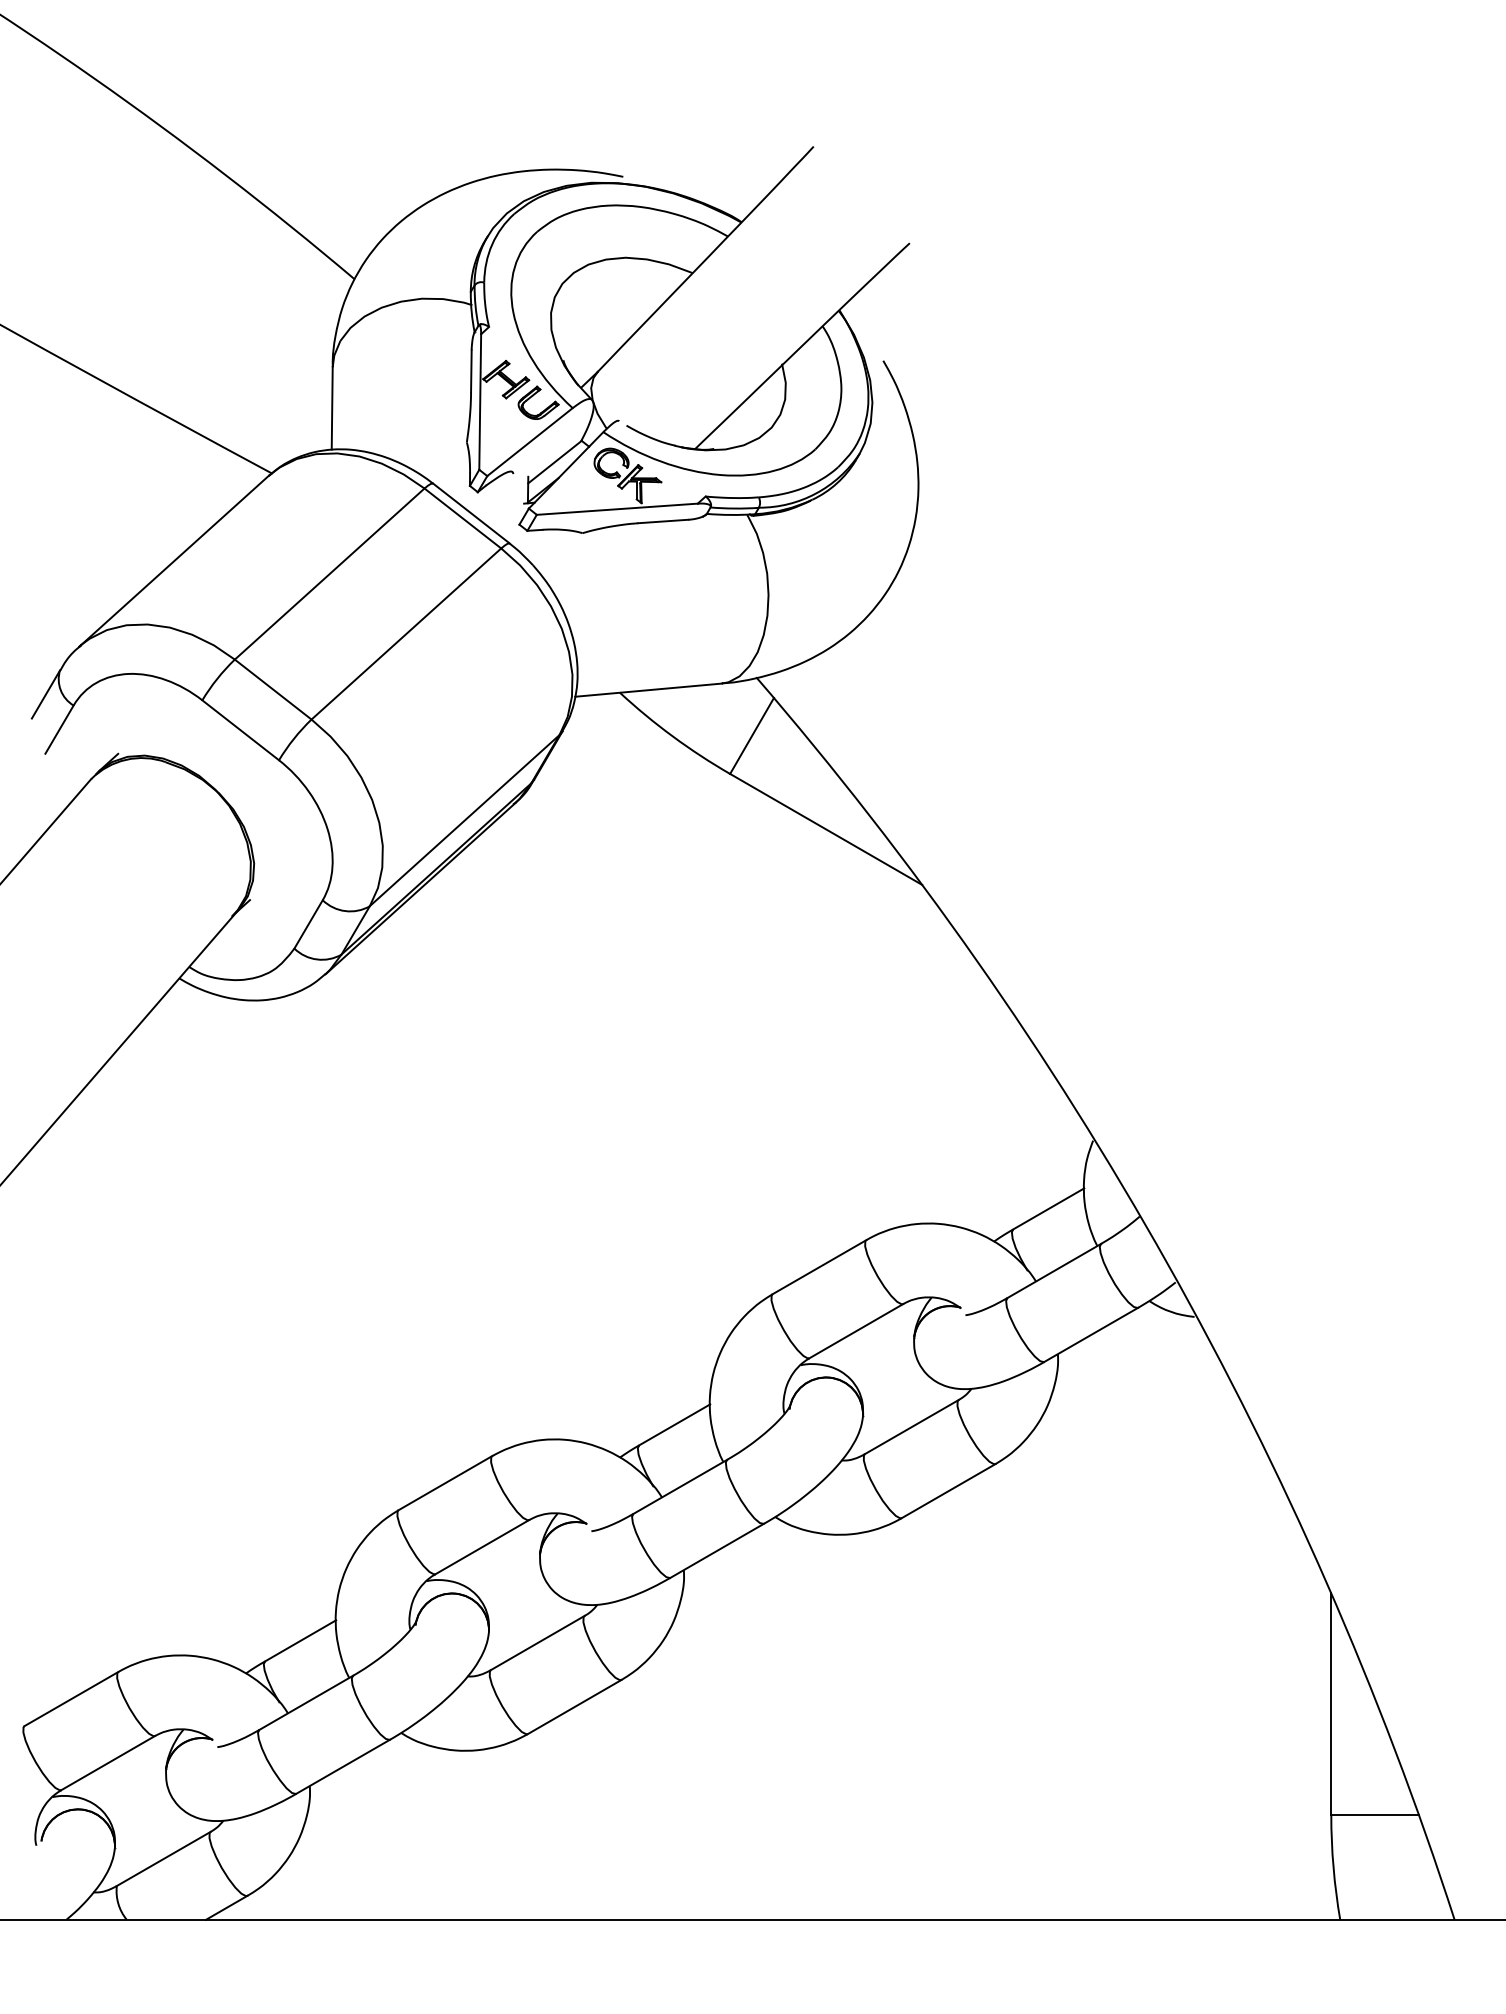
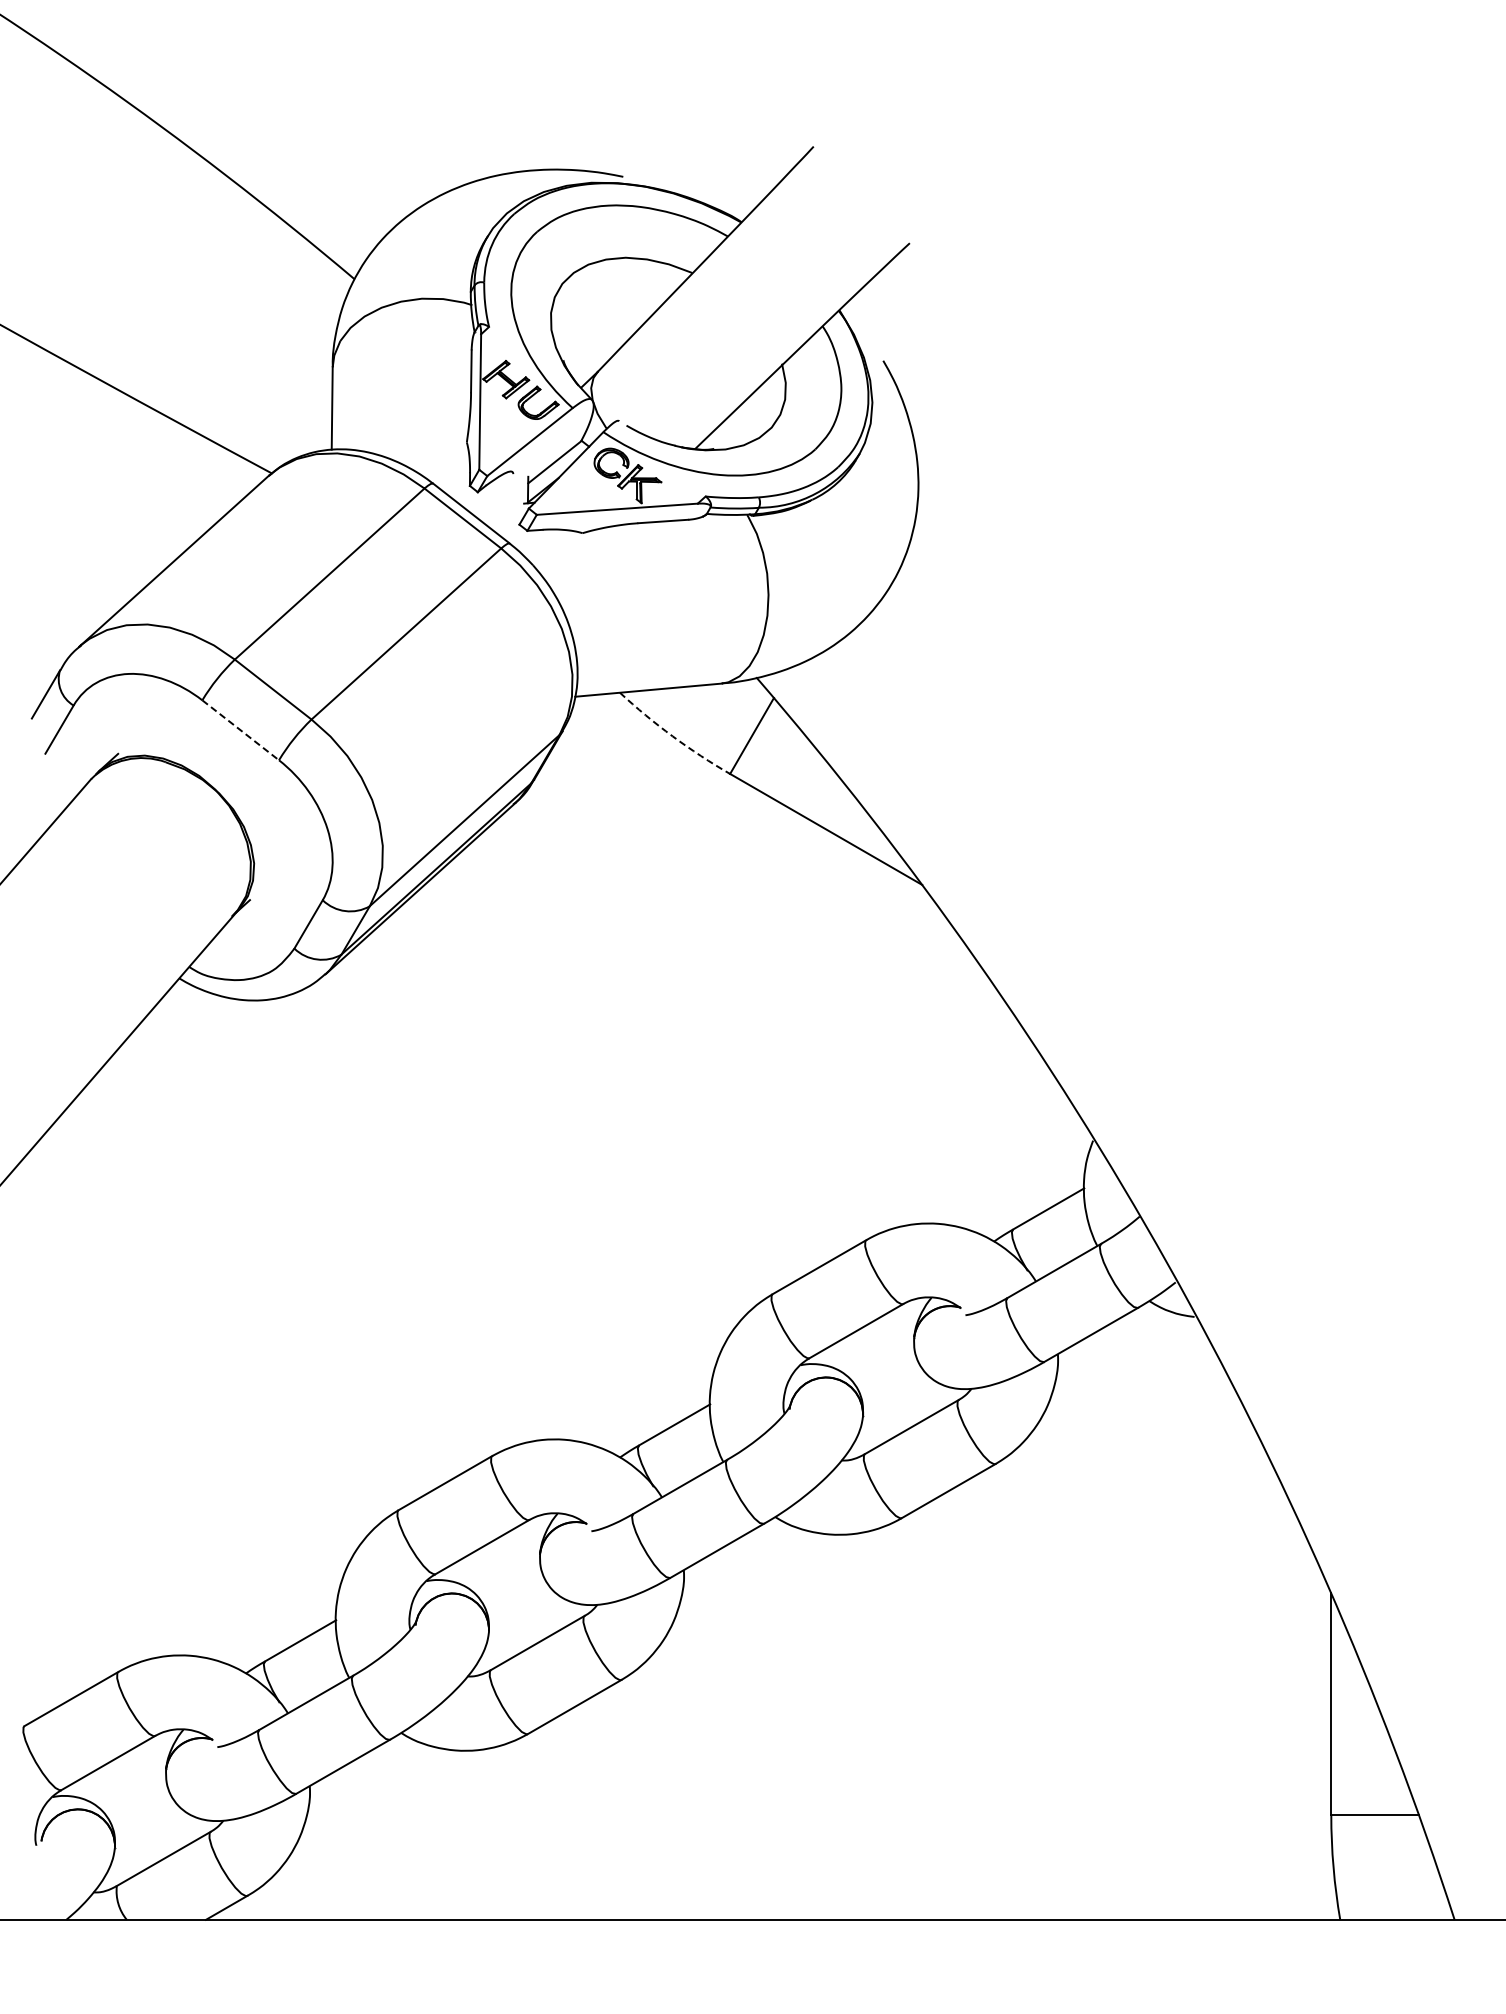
line at (240, 730): solid -> dashed
arc at (672, 736): solid -> dashed
